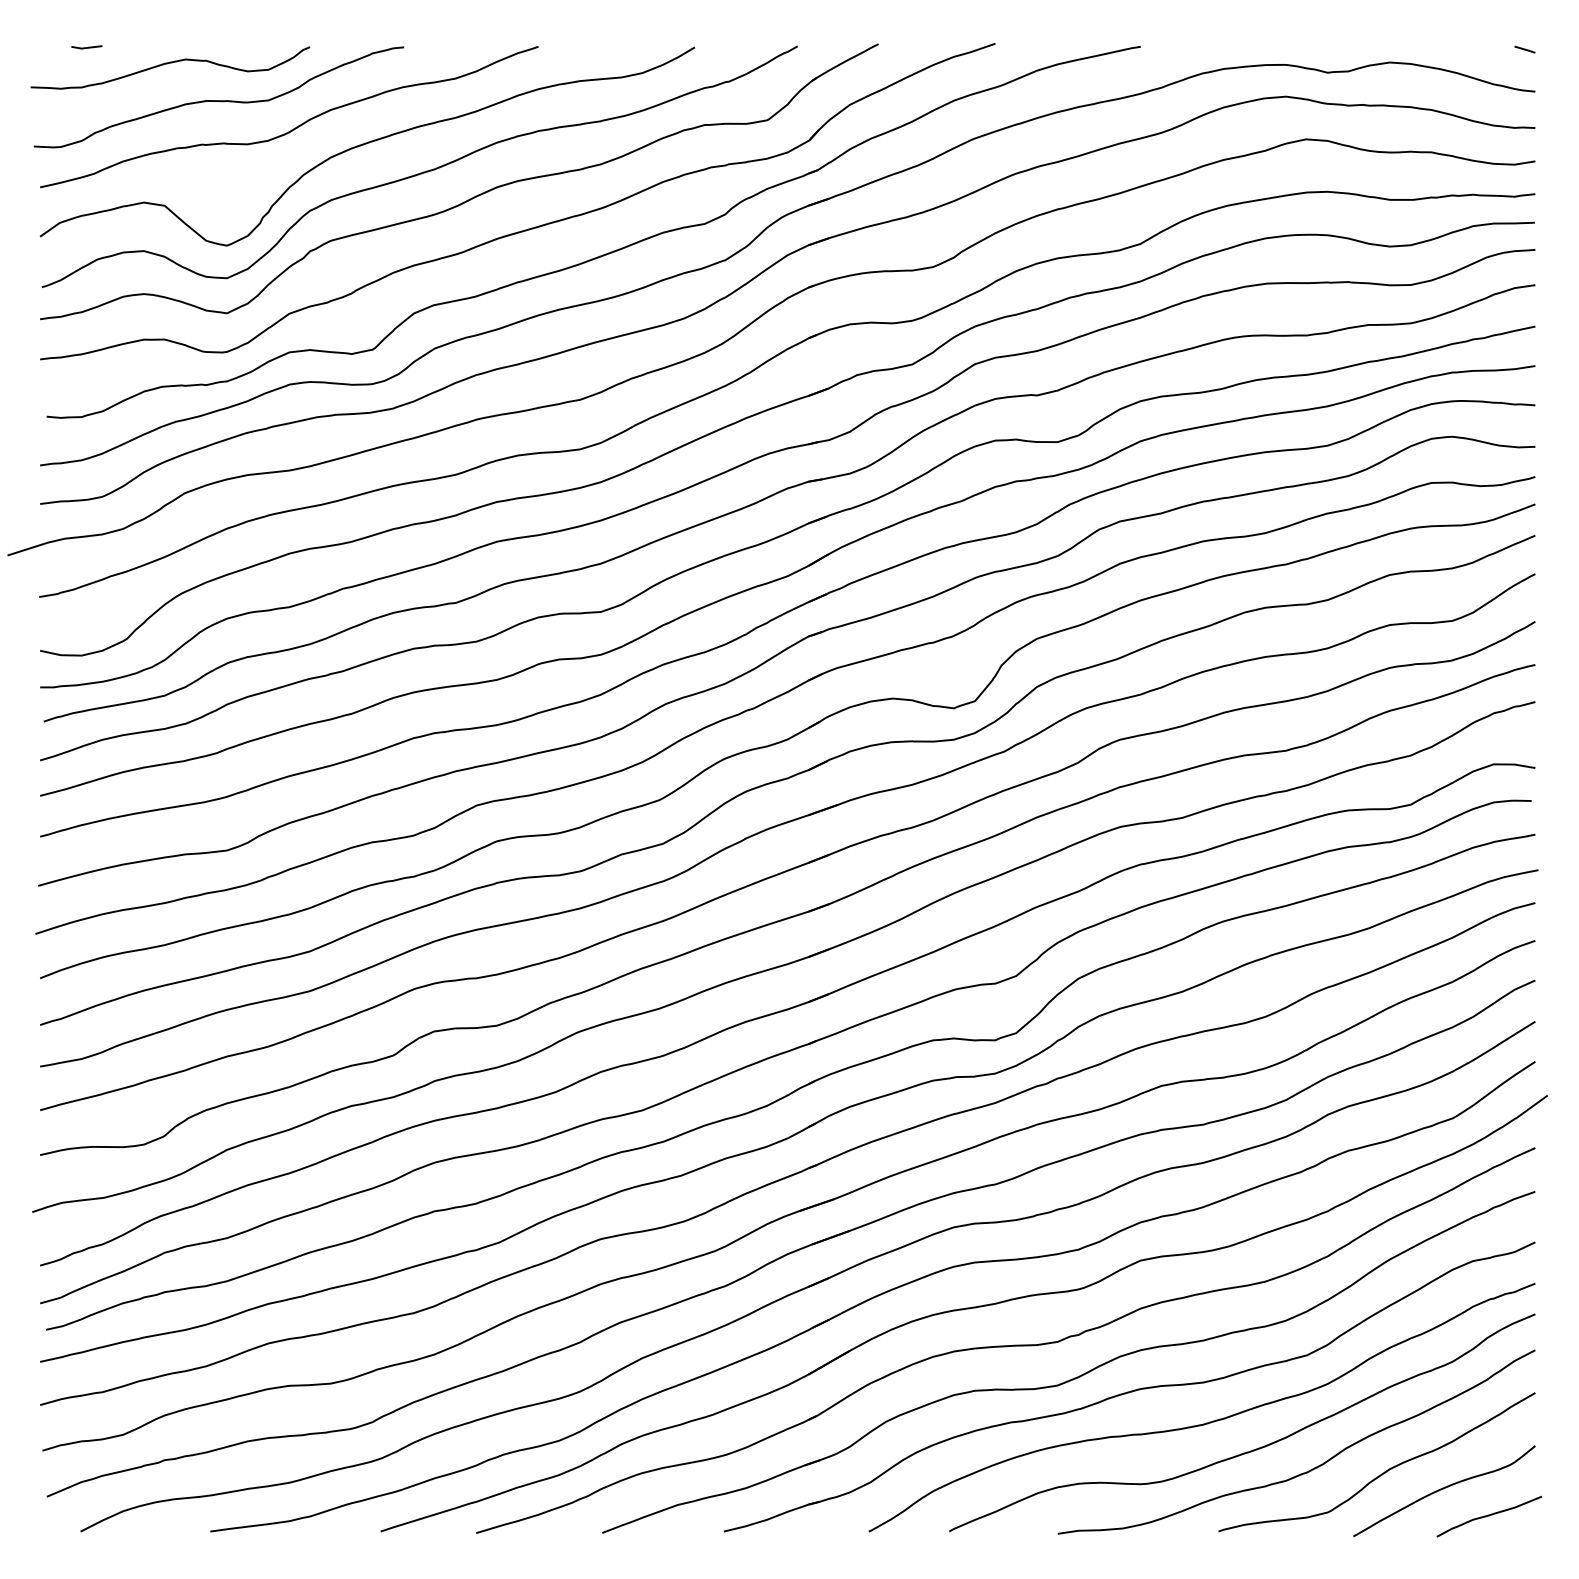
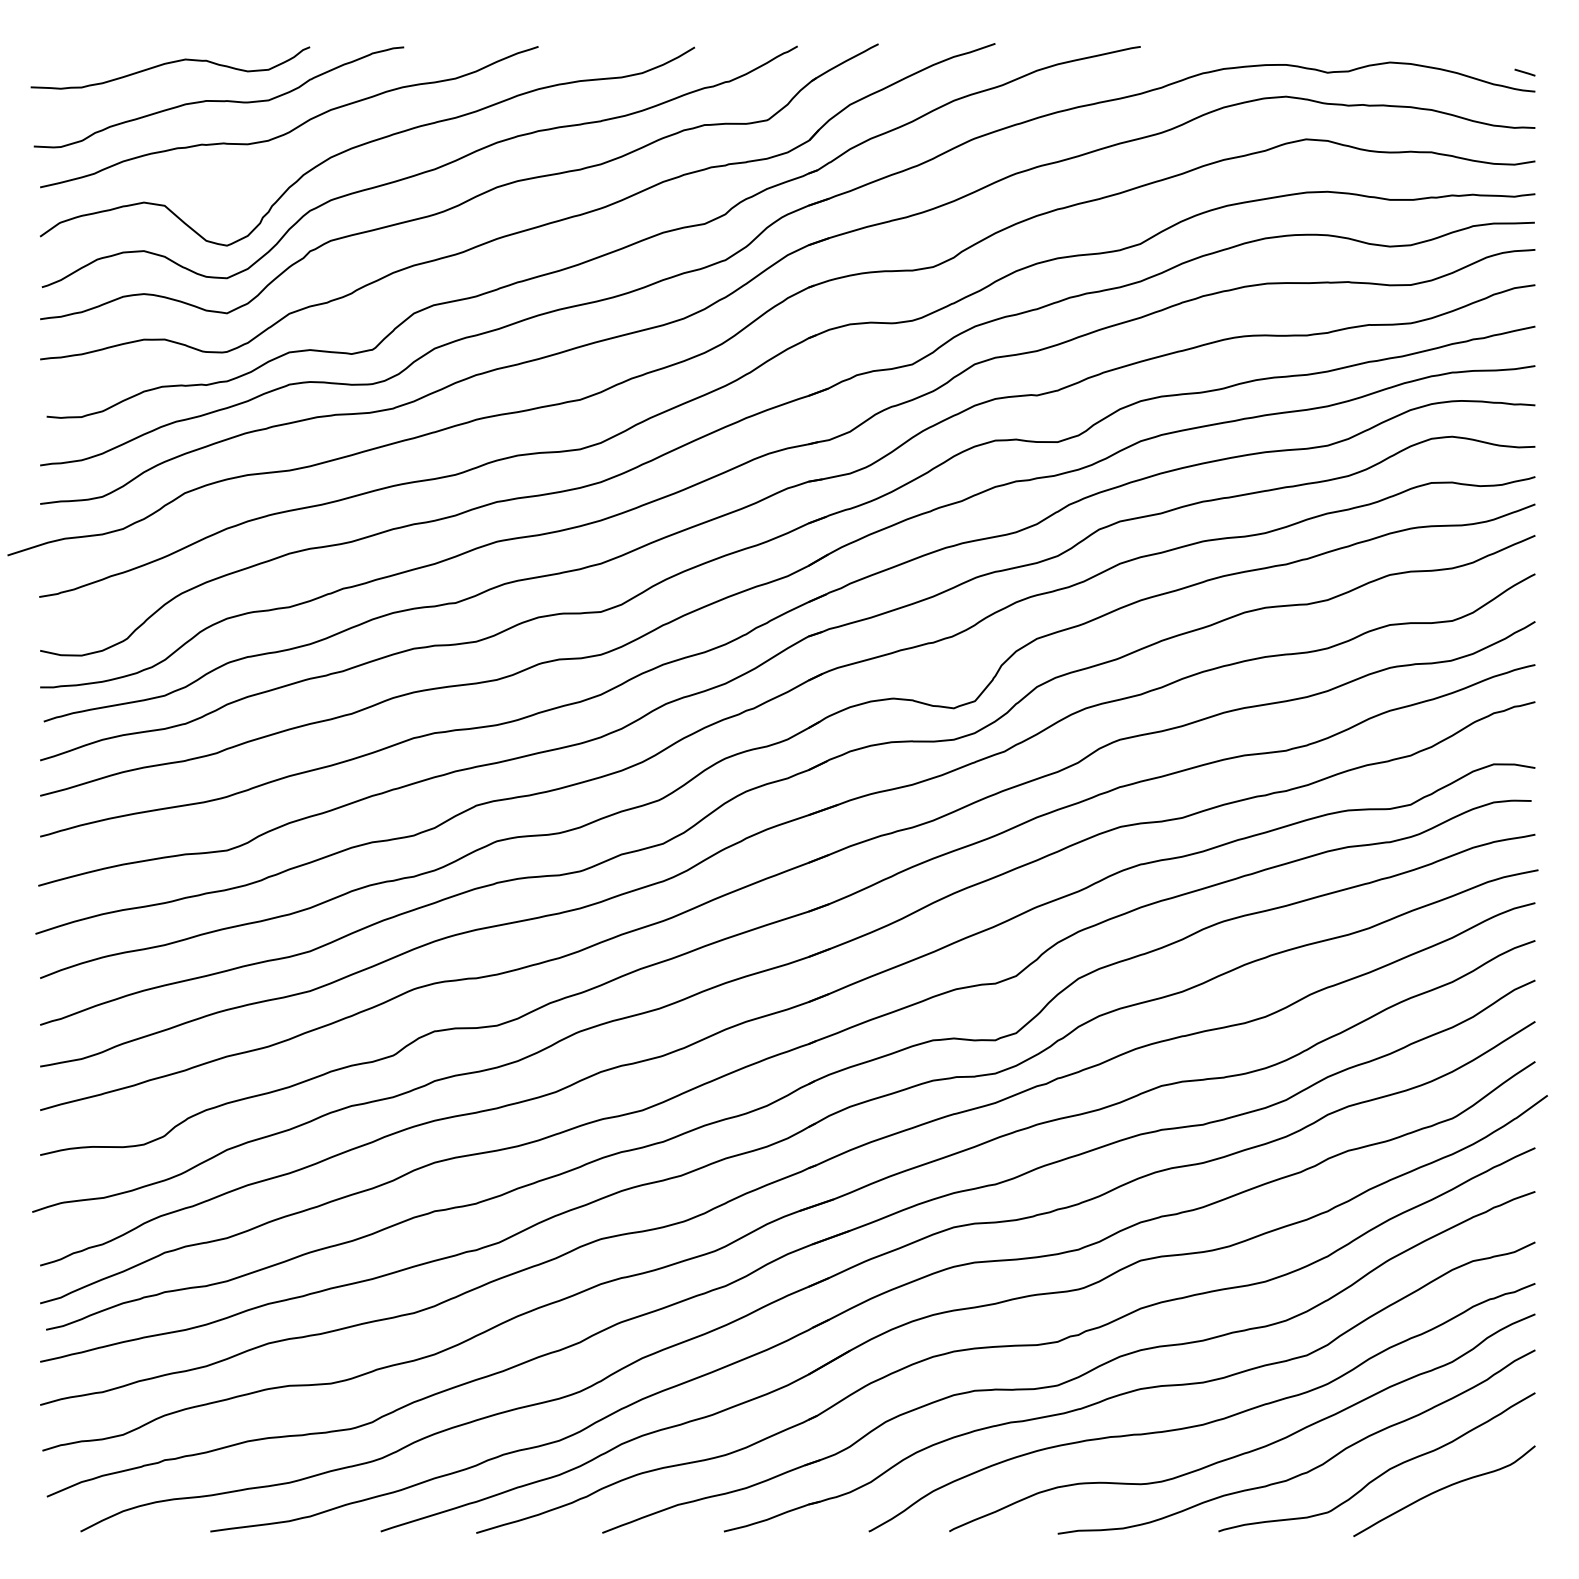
line at (86, 47): present -> none
line at (1524, 49) position: (1524, 49) -> (1524, 72)
curve at (1488, 1516): present -> none
